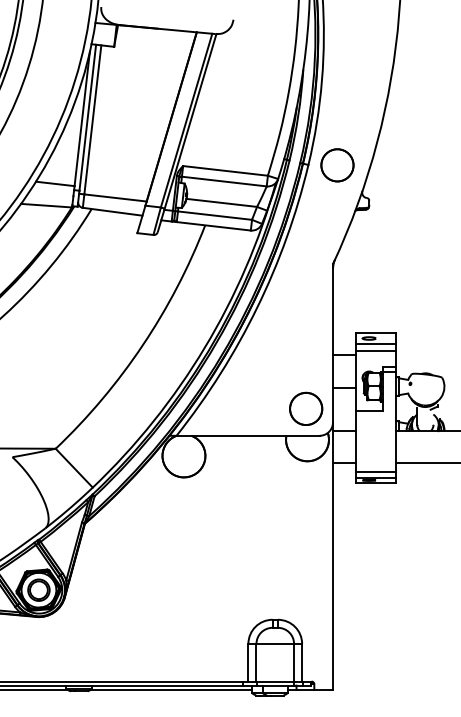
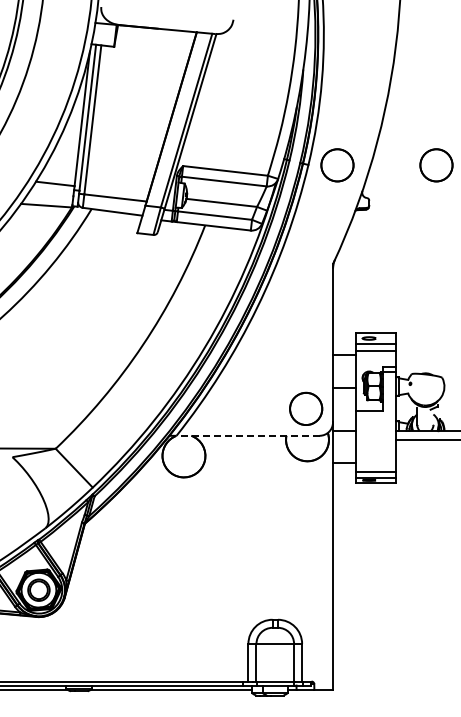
circle at (436, 165): none -> present
line at (248, 435): solid -> dashed
line at (426, 463) position: (426, 463) -> (426, 440)
